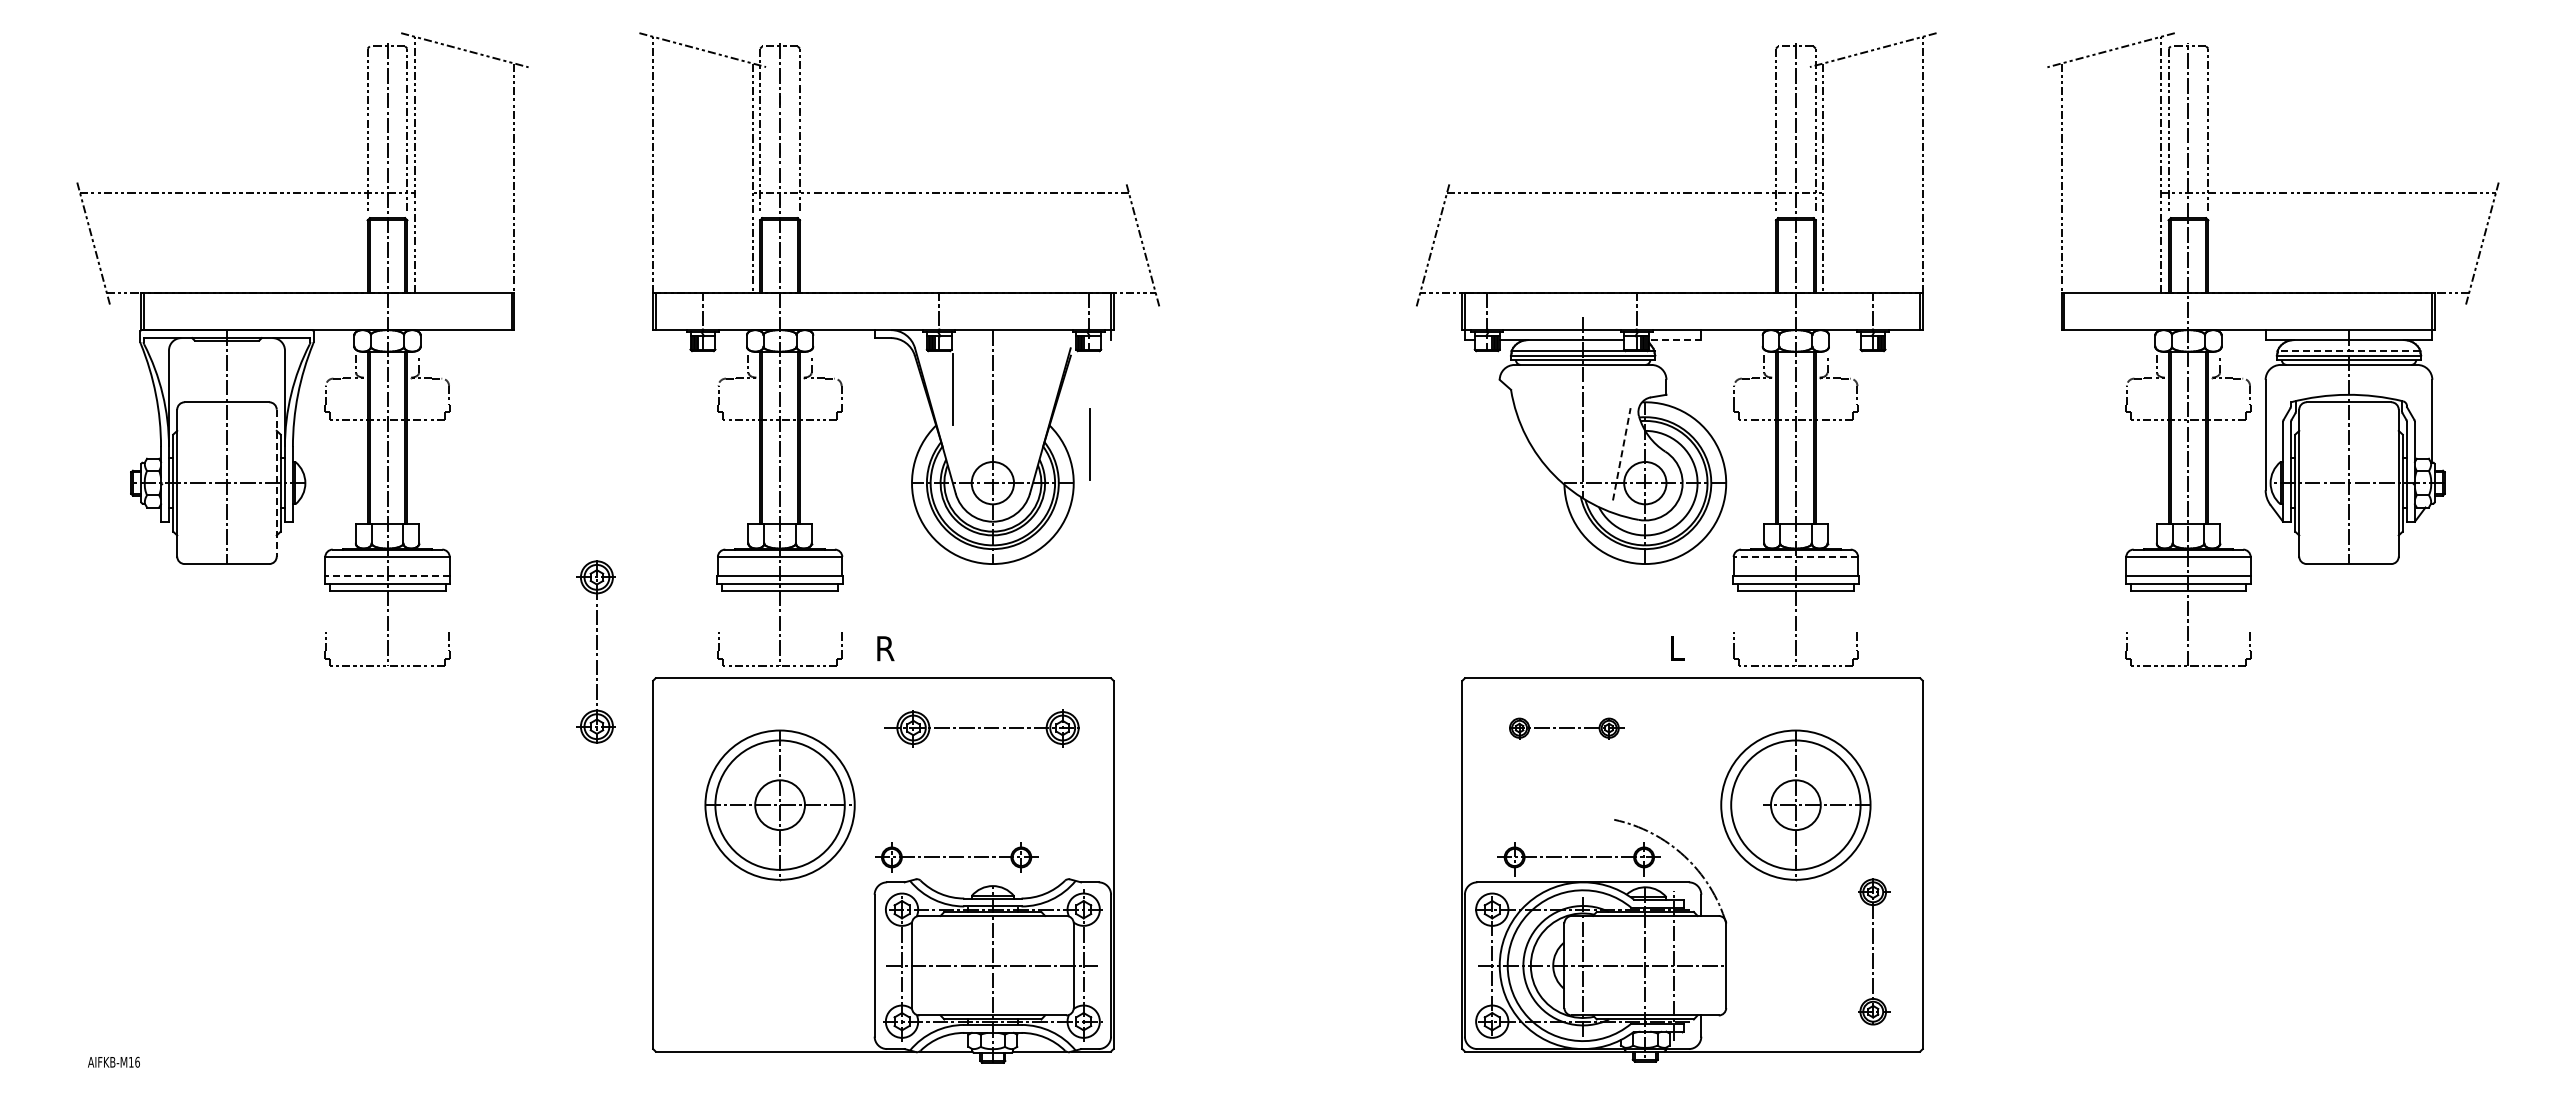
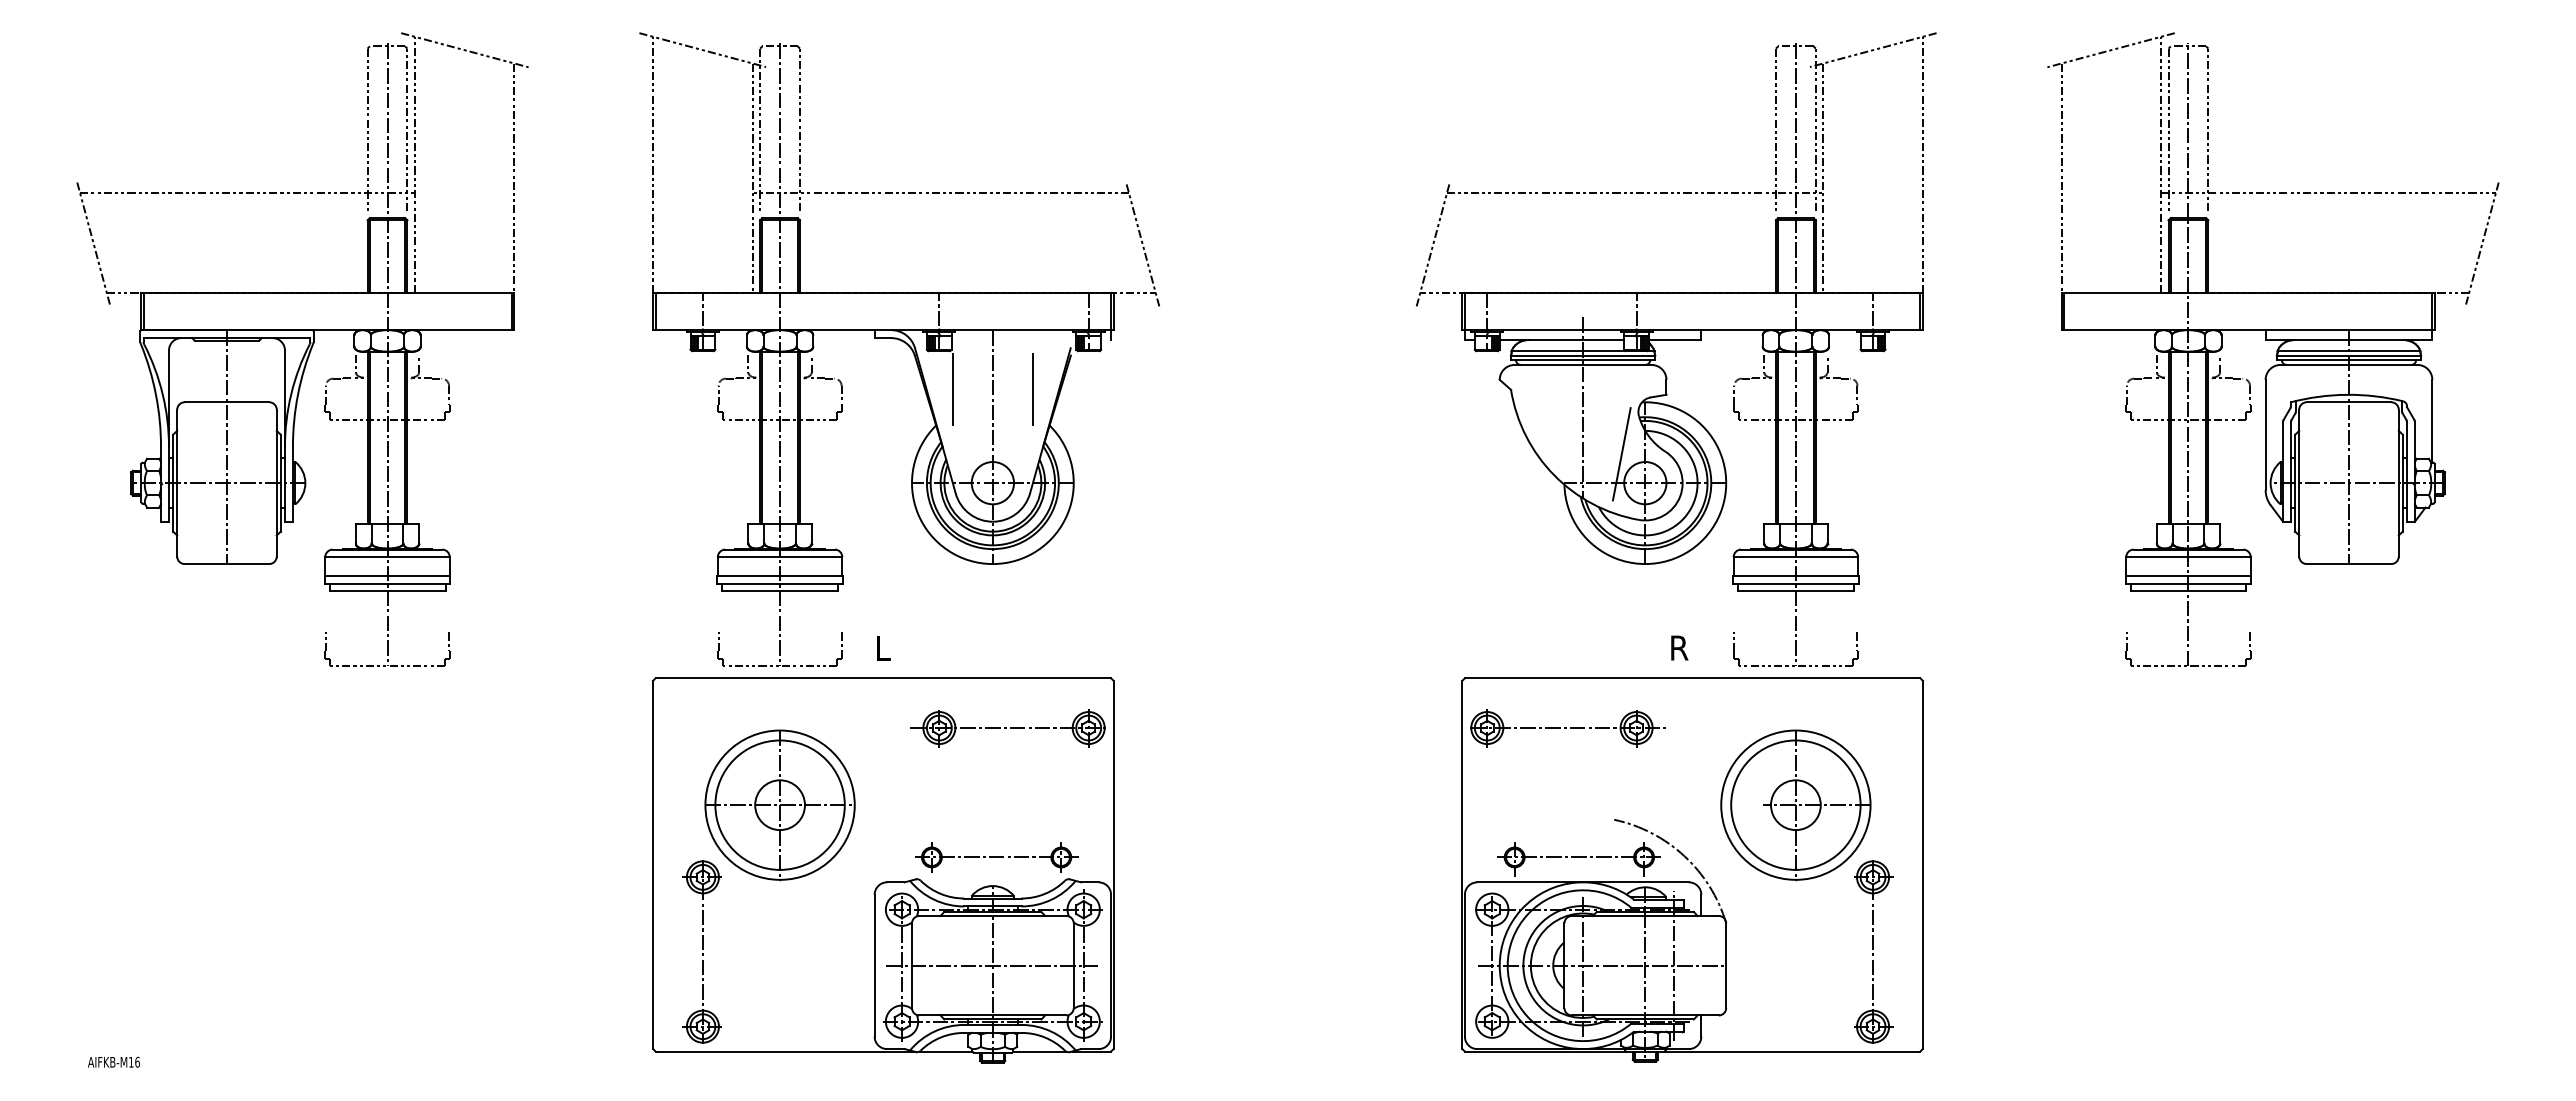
line at (1676, 340): dashed -> solid
line at (2348, 351): dashed -> solid
line at (1089, 444) position: (1089, 444) -> (1032, 389)
line at (1621, 453): dashed -> solid
line at (276, 483): dashed -> solid
line at (1795, 557): dashed -> solid
line at (387, 576): dashed -> solid
text at (1679, 647): L -> R
text at (885, 648): R -> L
part at (595, 651) position: (595, 651) -> (701, 951)
part at (981, 728) position: (981, 728) -> (1007, 728)
part at (1566, 728) size: 116x23 px -> 196x39 px
part at (956, 857) position: (956, 857) -> (996, 857)
part at (1874, 951) size: 33x148 px -> 40x184 px
